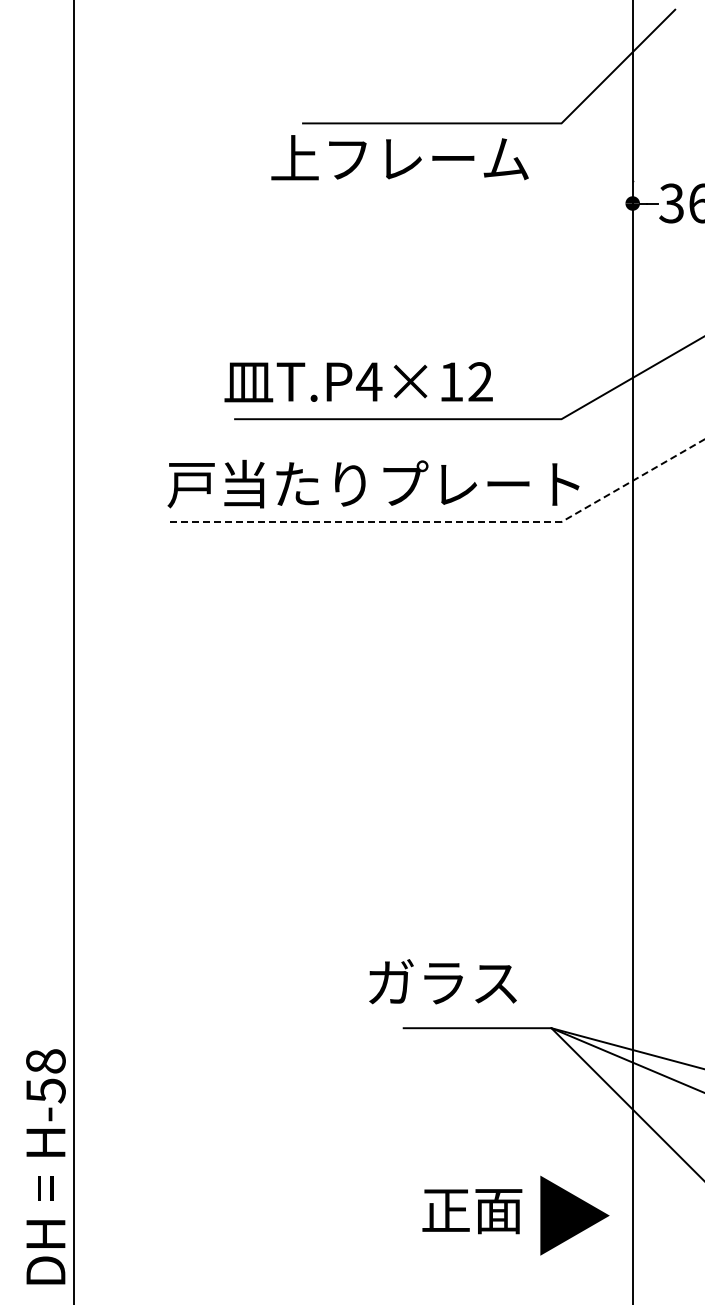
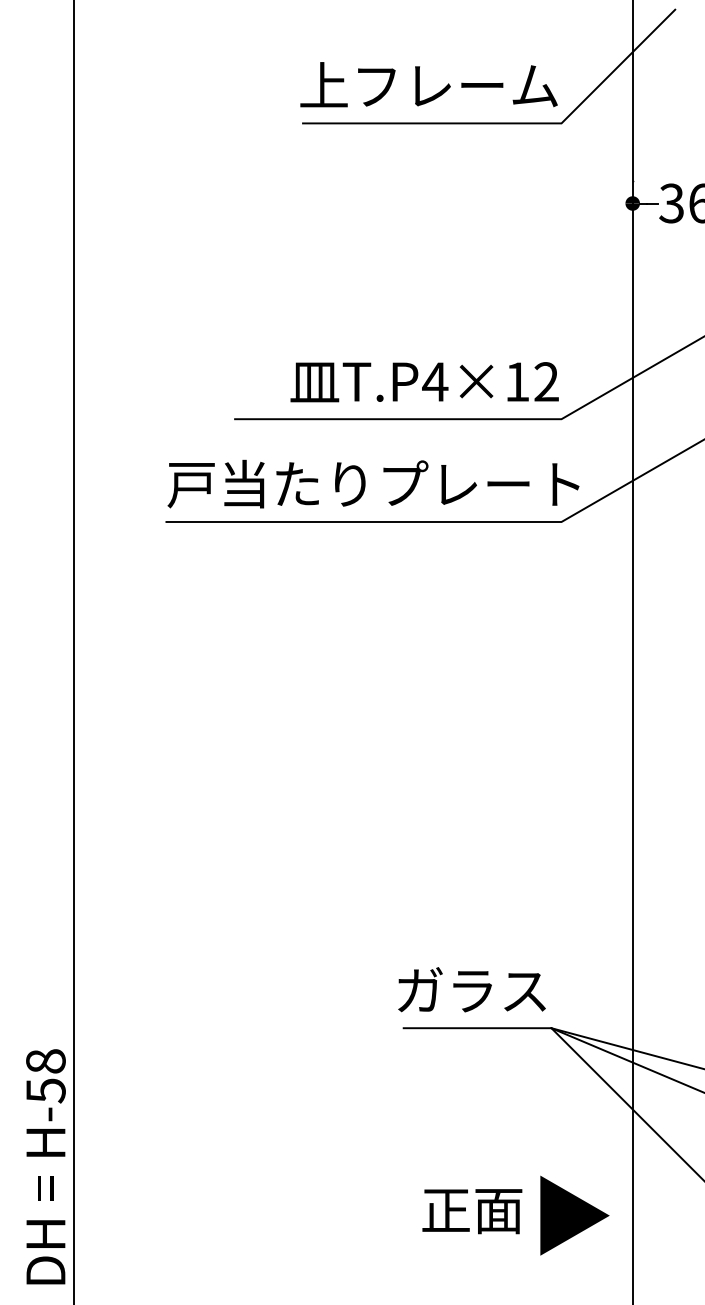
text at (399, 157) position: (399, 157) -> (428, 84)
text at (358, 382) position: (358, 382) -> (424, 382)
line at (445, 522): dashed -> solid
text at (442, 981) position: (442, 981) -> (471, 989)
